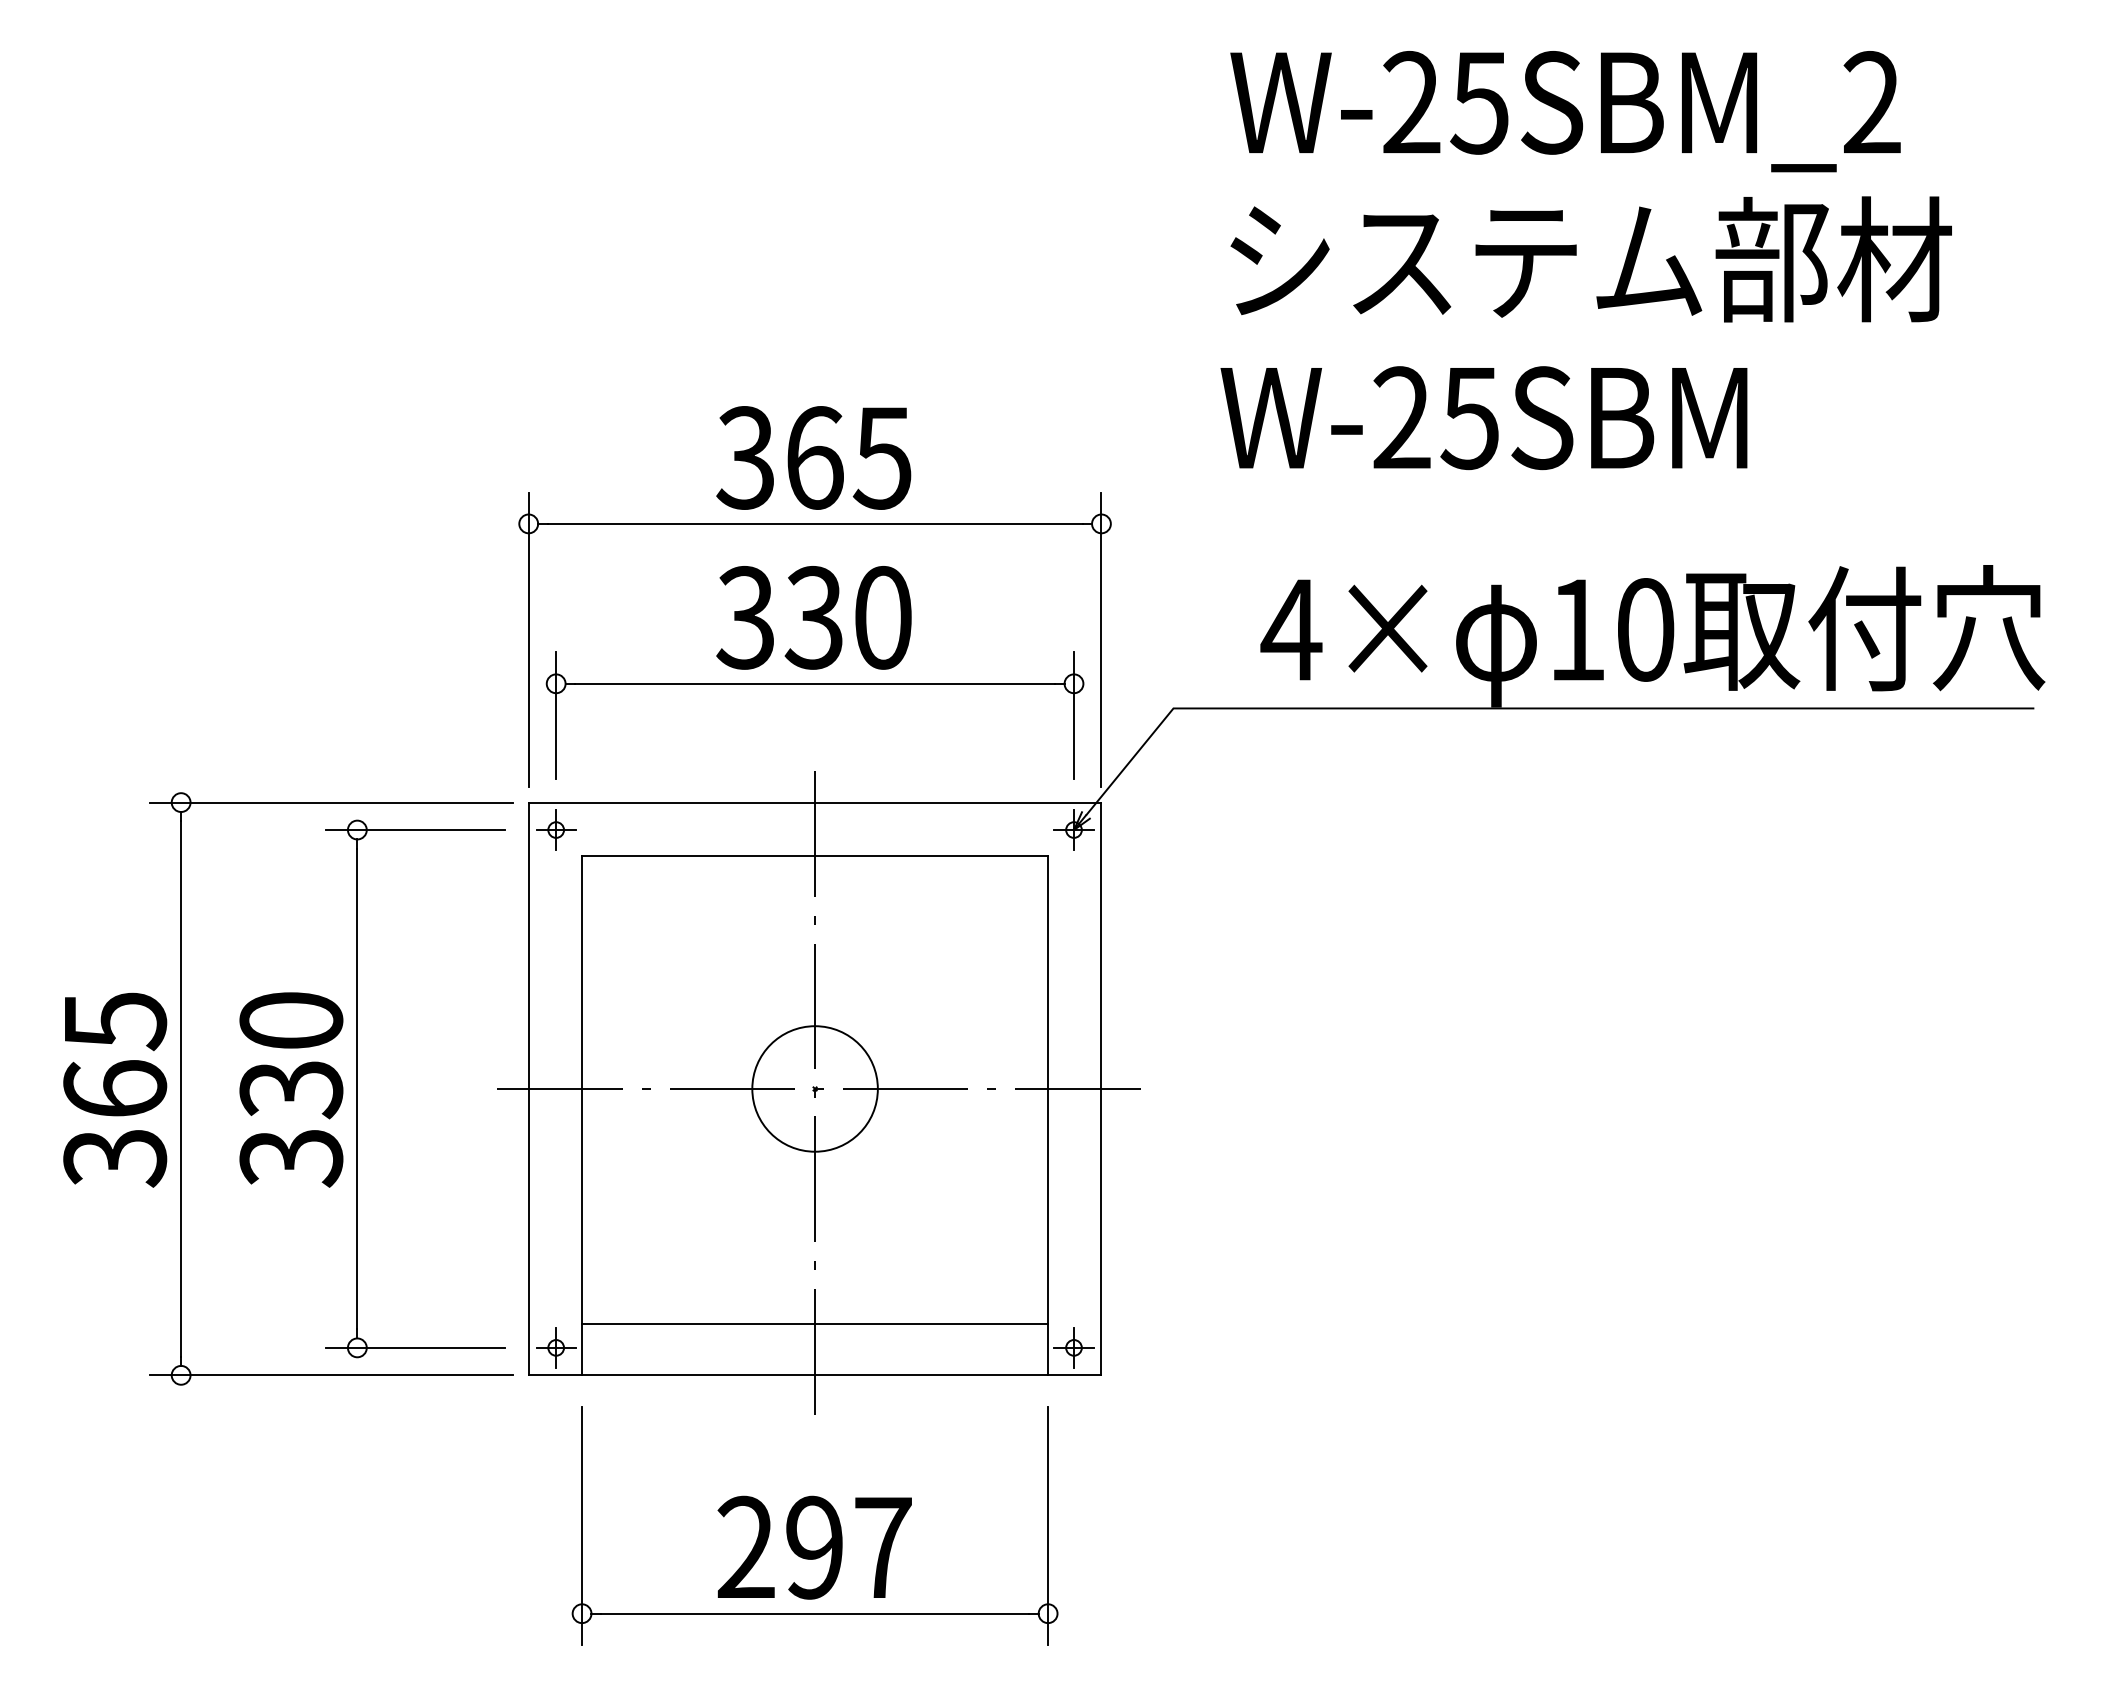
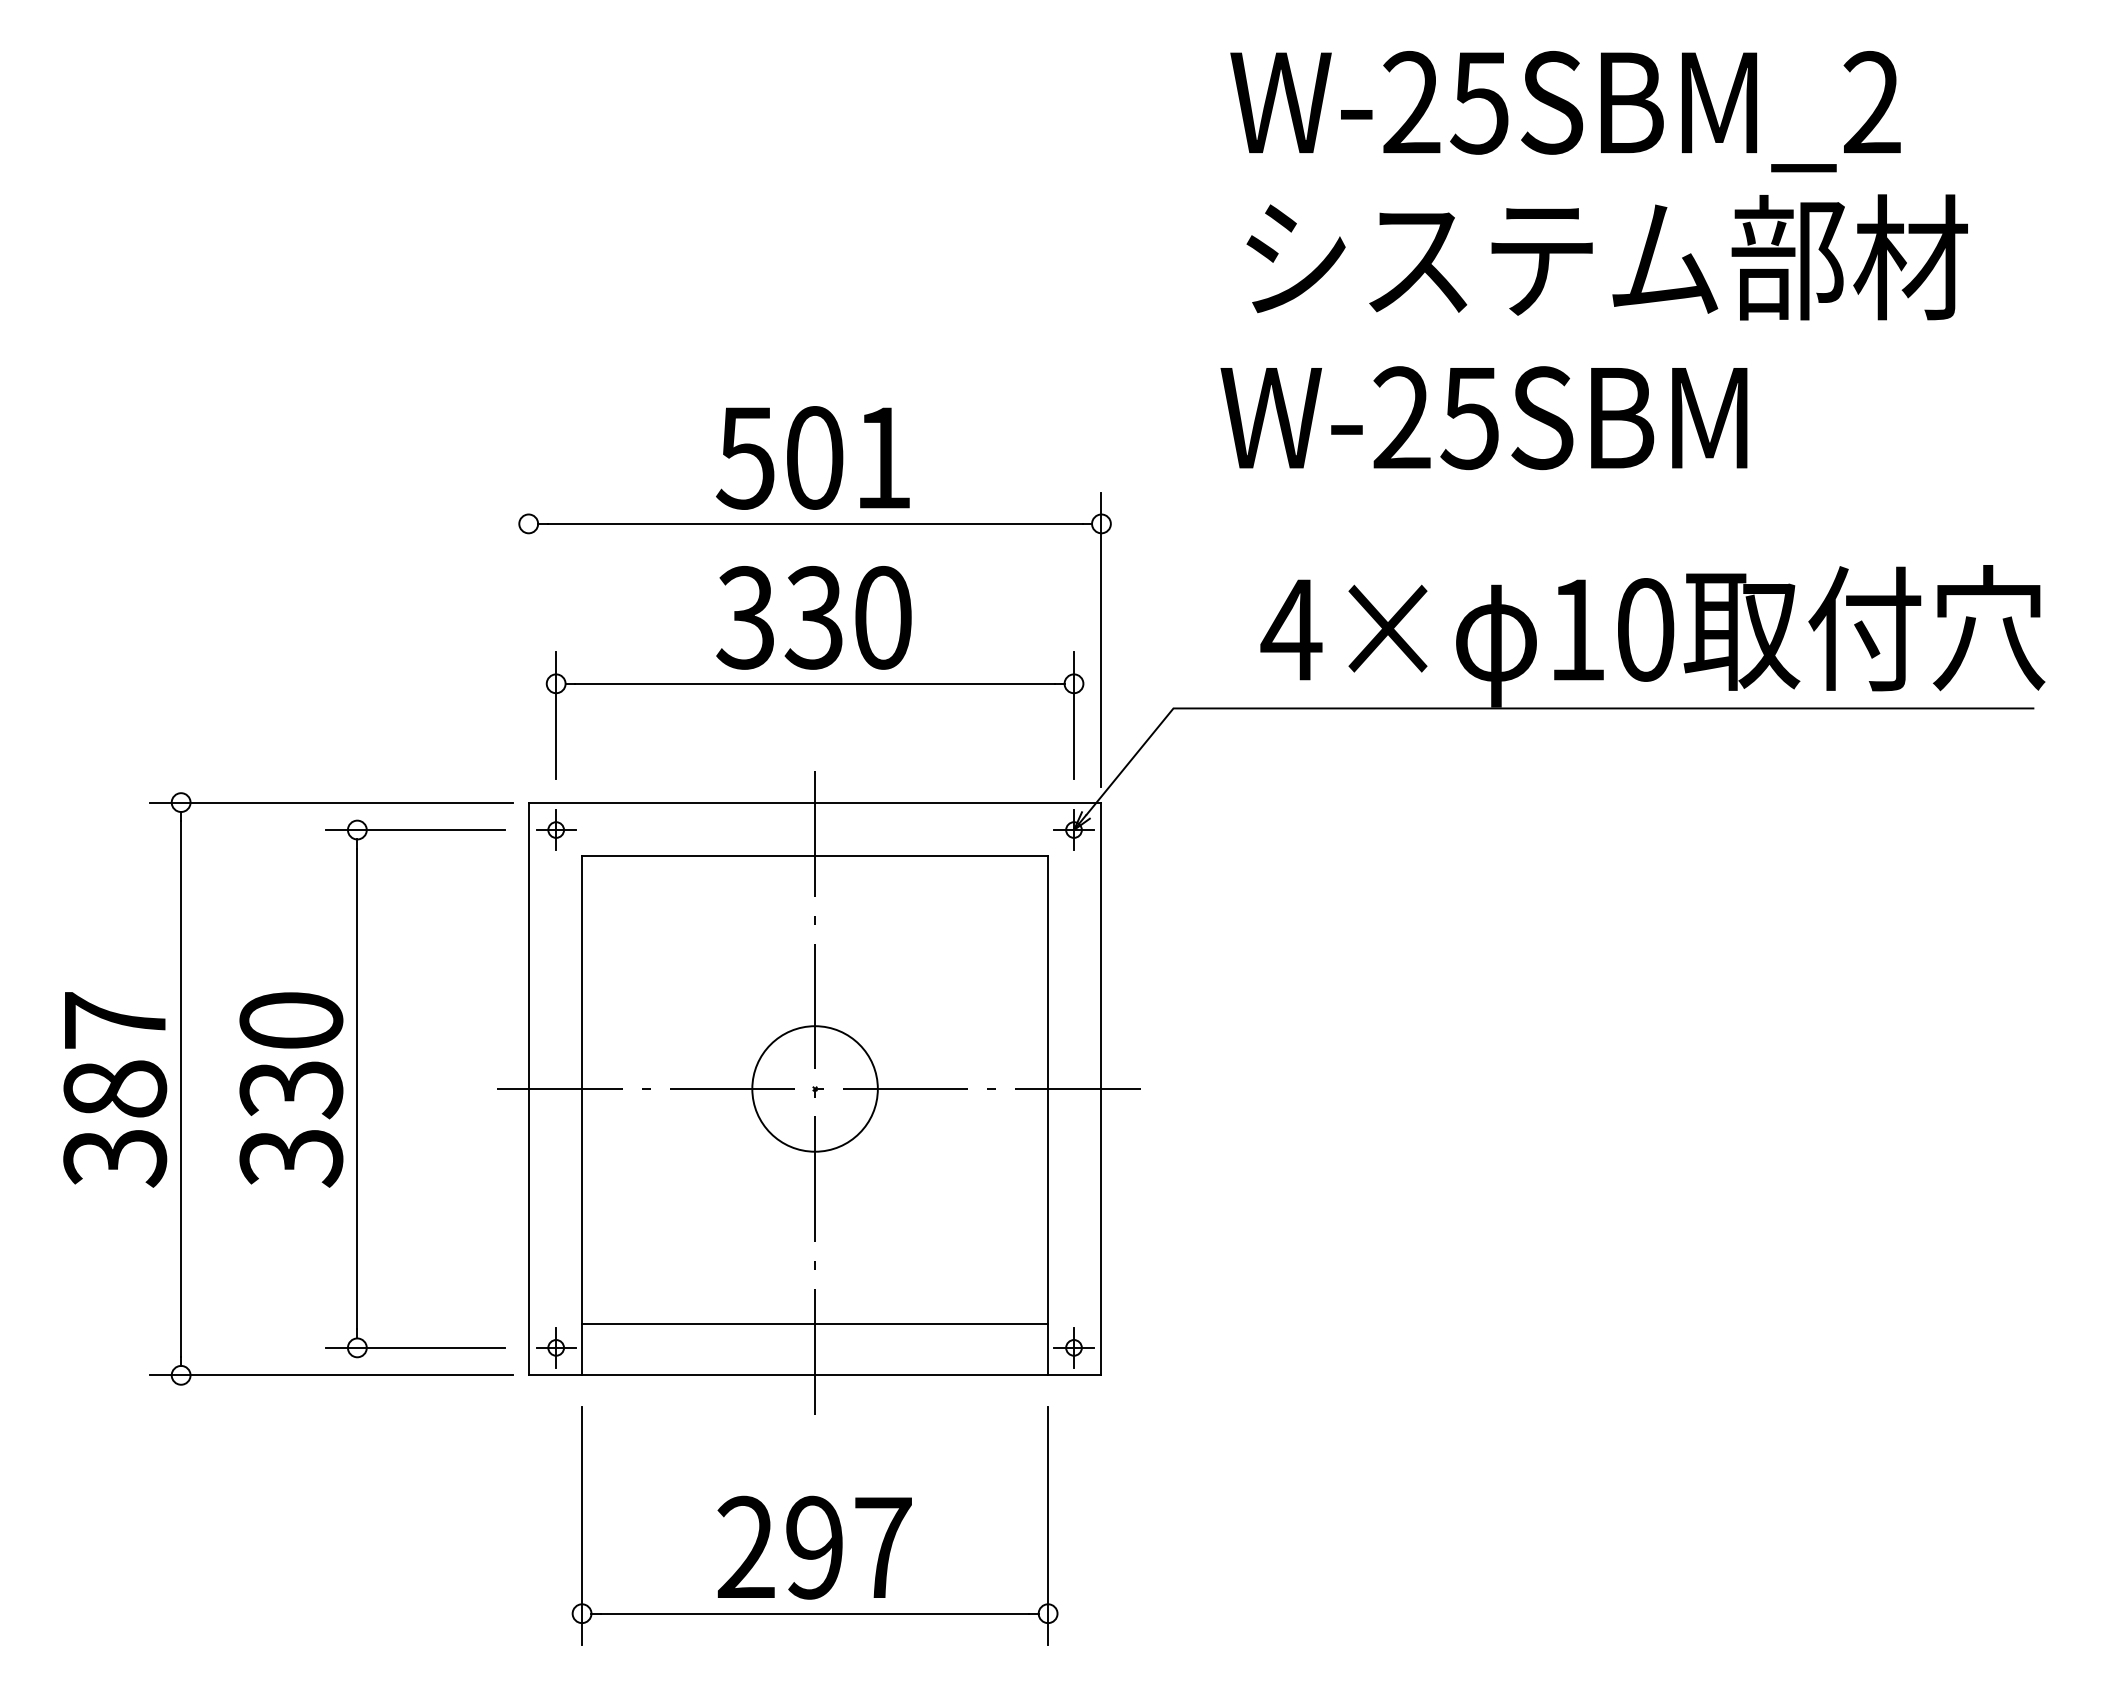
text at (1590, 259) position: (1590, 259) -> (1606, 257)
text at (813, 457): 365 -> 501
line at (528, 639): present -> none
text at (115, 1054): 365 -> 387
